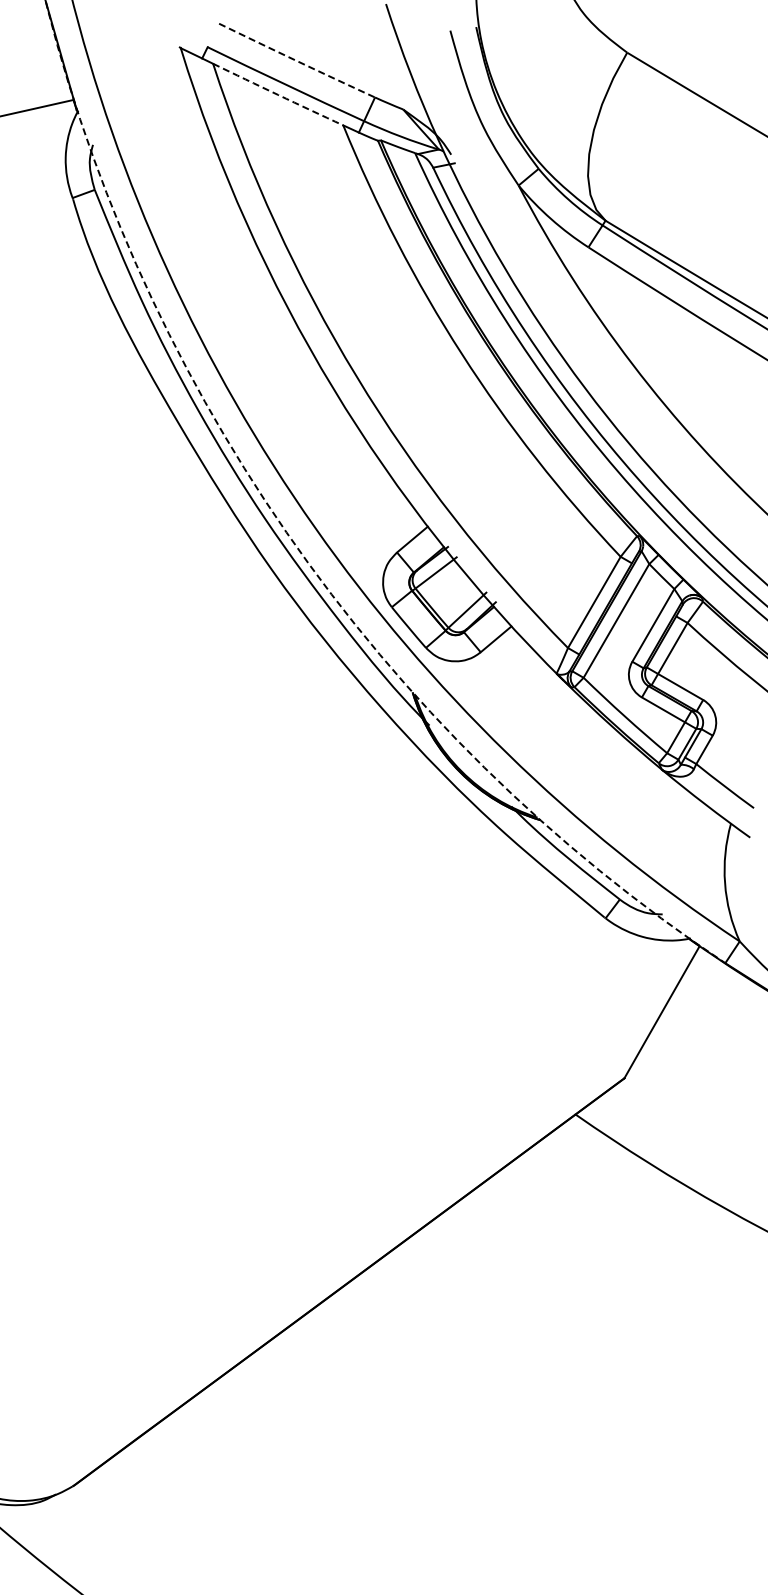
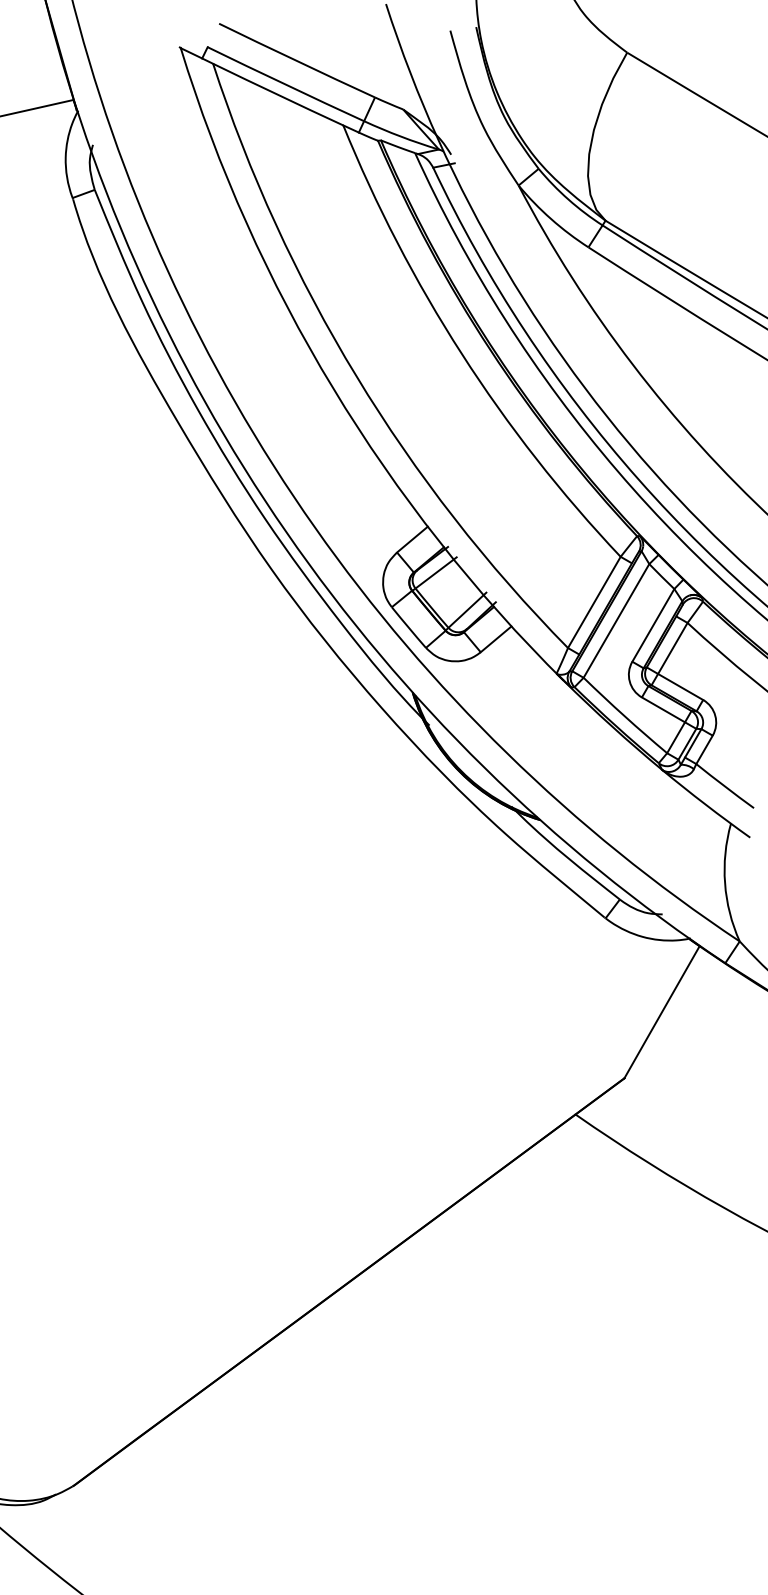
arc at (296, 61): dashed -> solid
arc at (278, 94): dashed -> solid
arc at (295, 545): dashed -> solid
